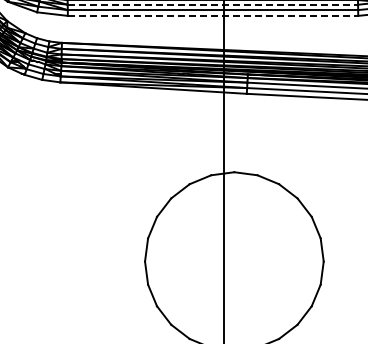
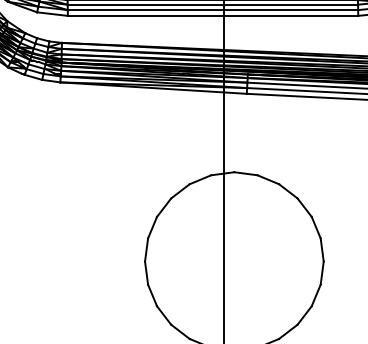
line at (213, 4): dashed -> solid
line at (213, 15): dashed -> solid
